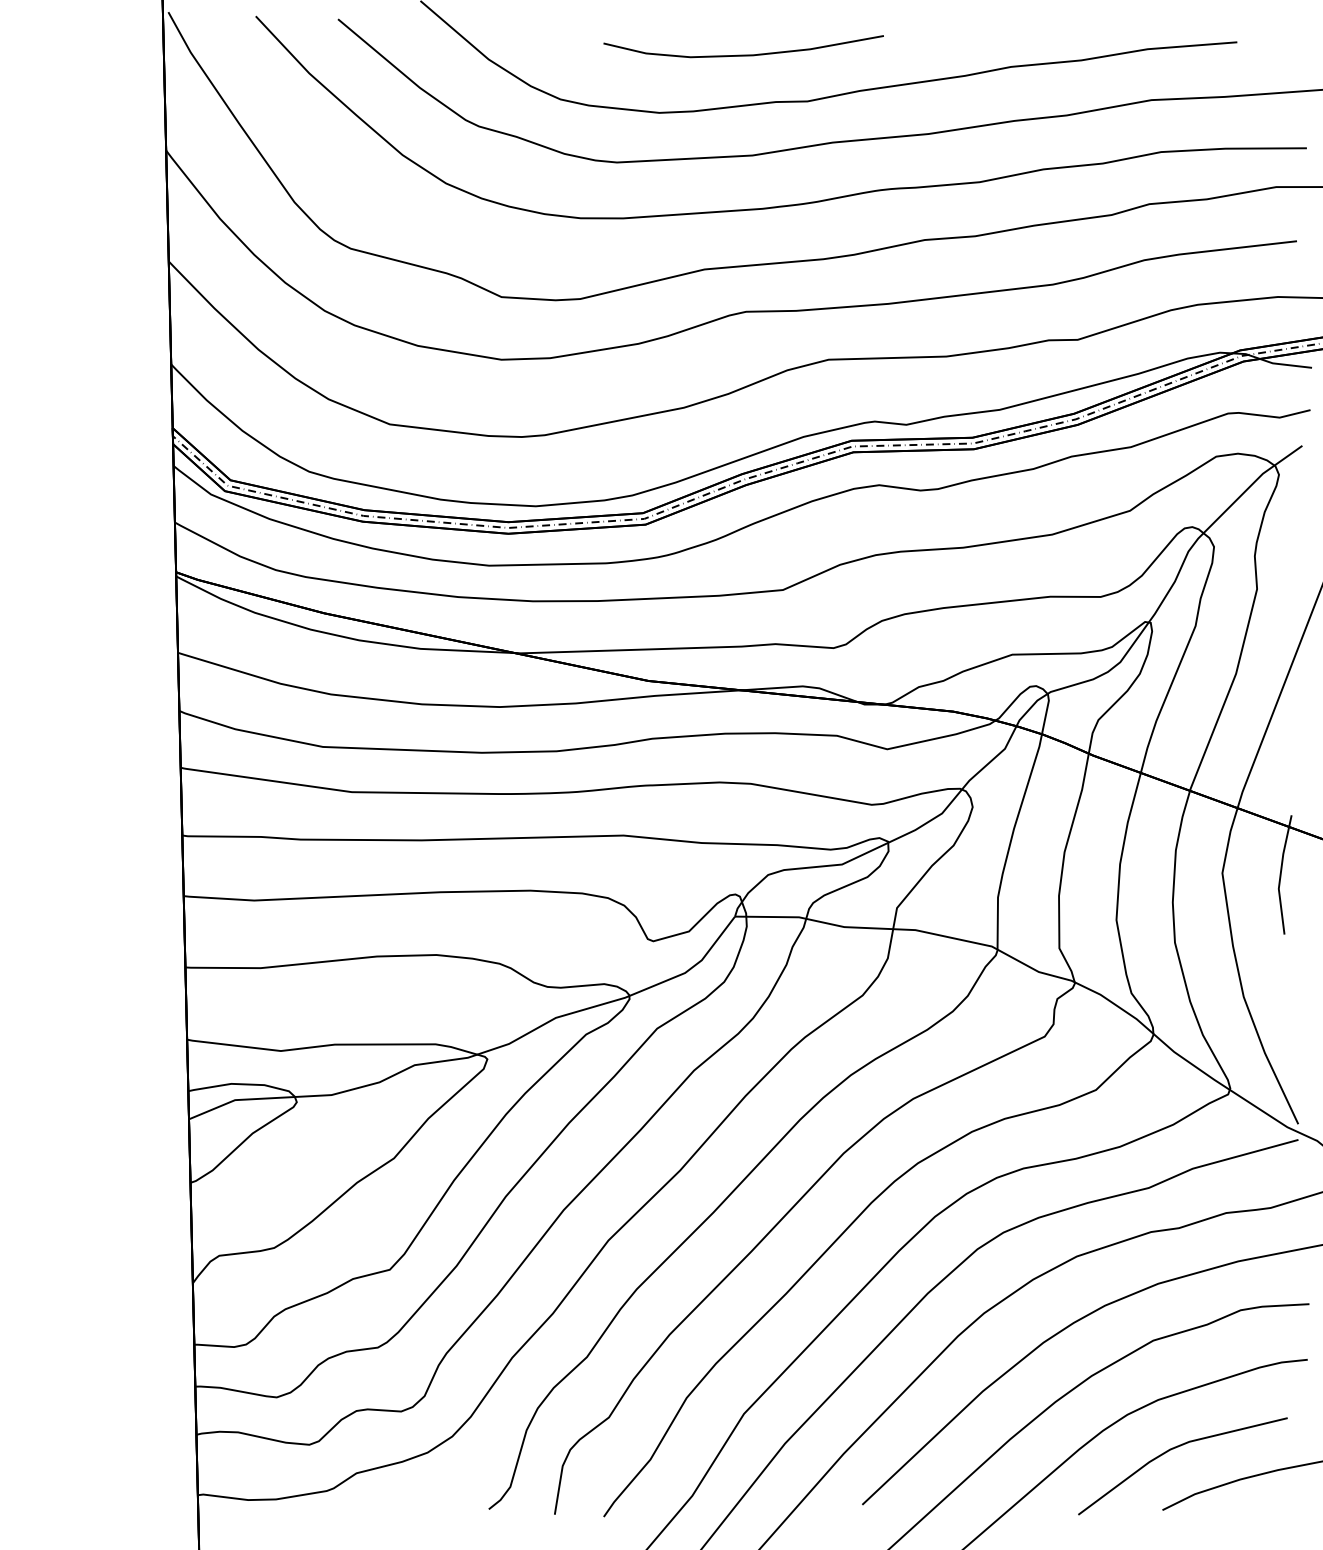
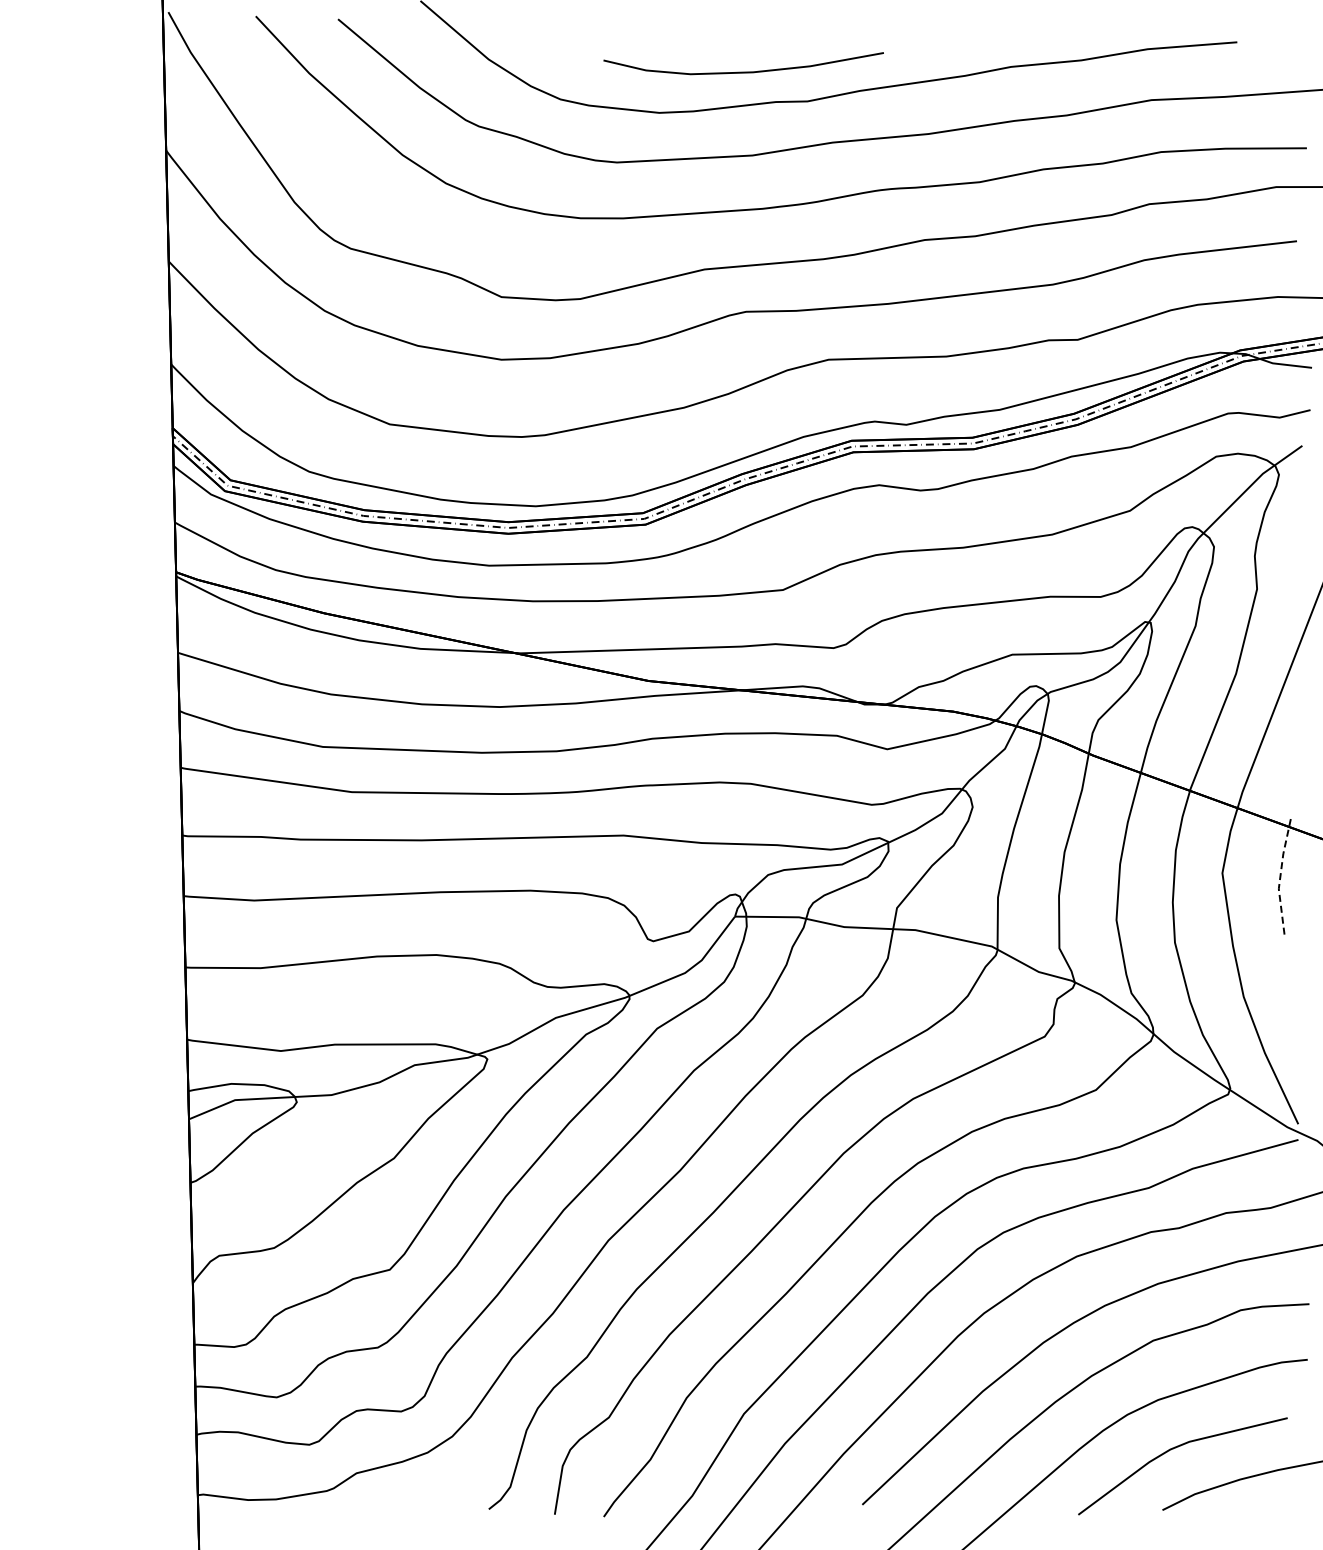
curve at (743, 54) position: (743, 54) -> (743, 71)
line at (1280, 874): solid -> dashed
